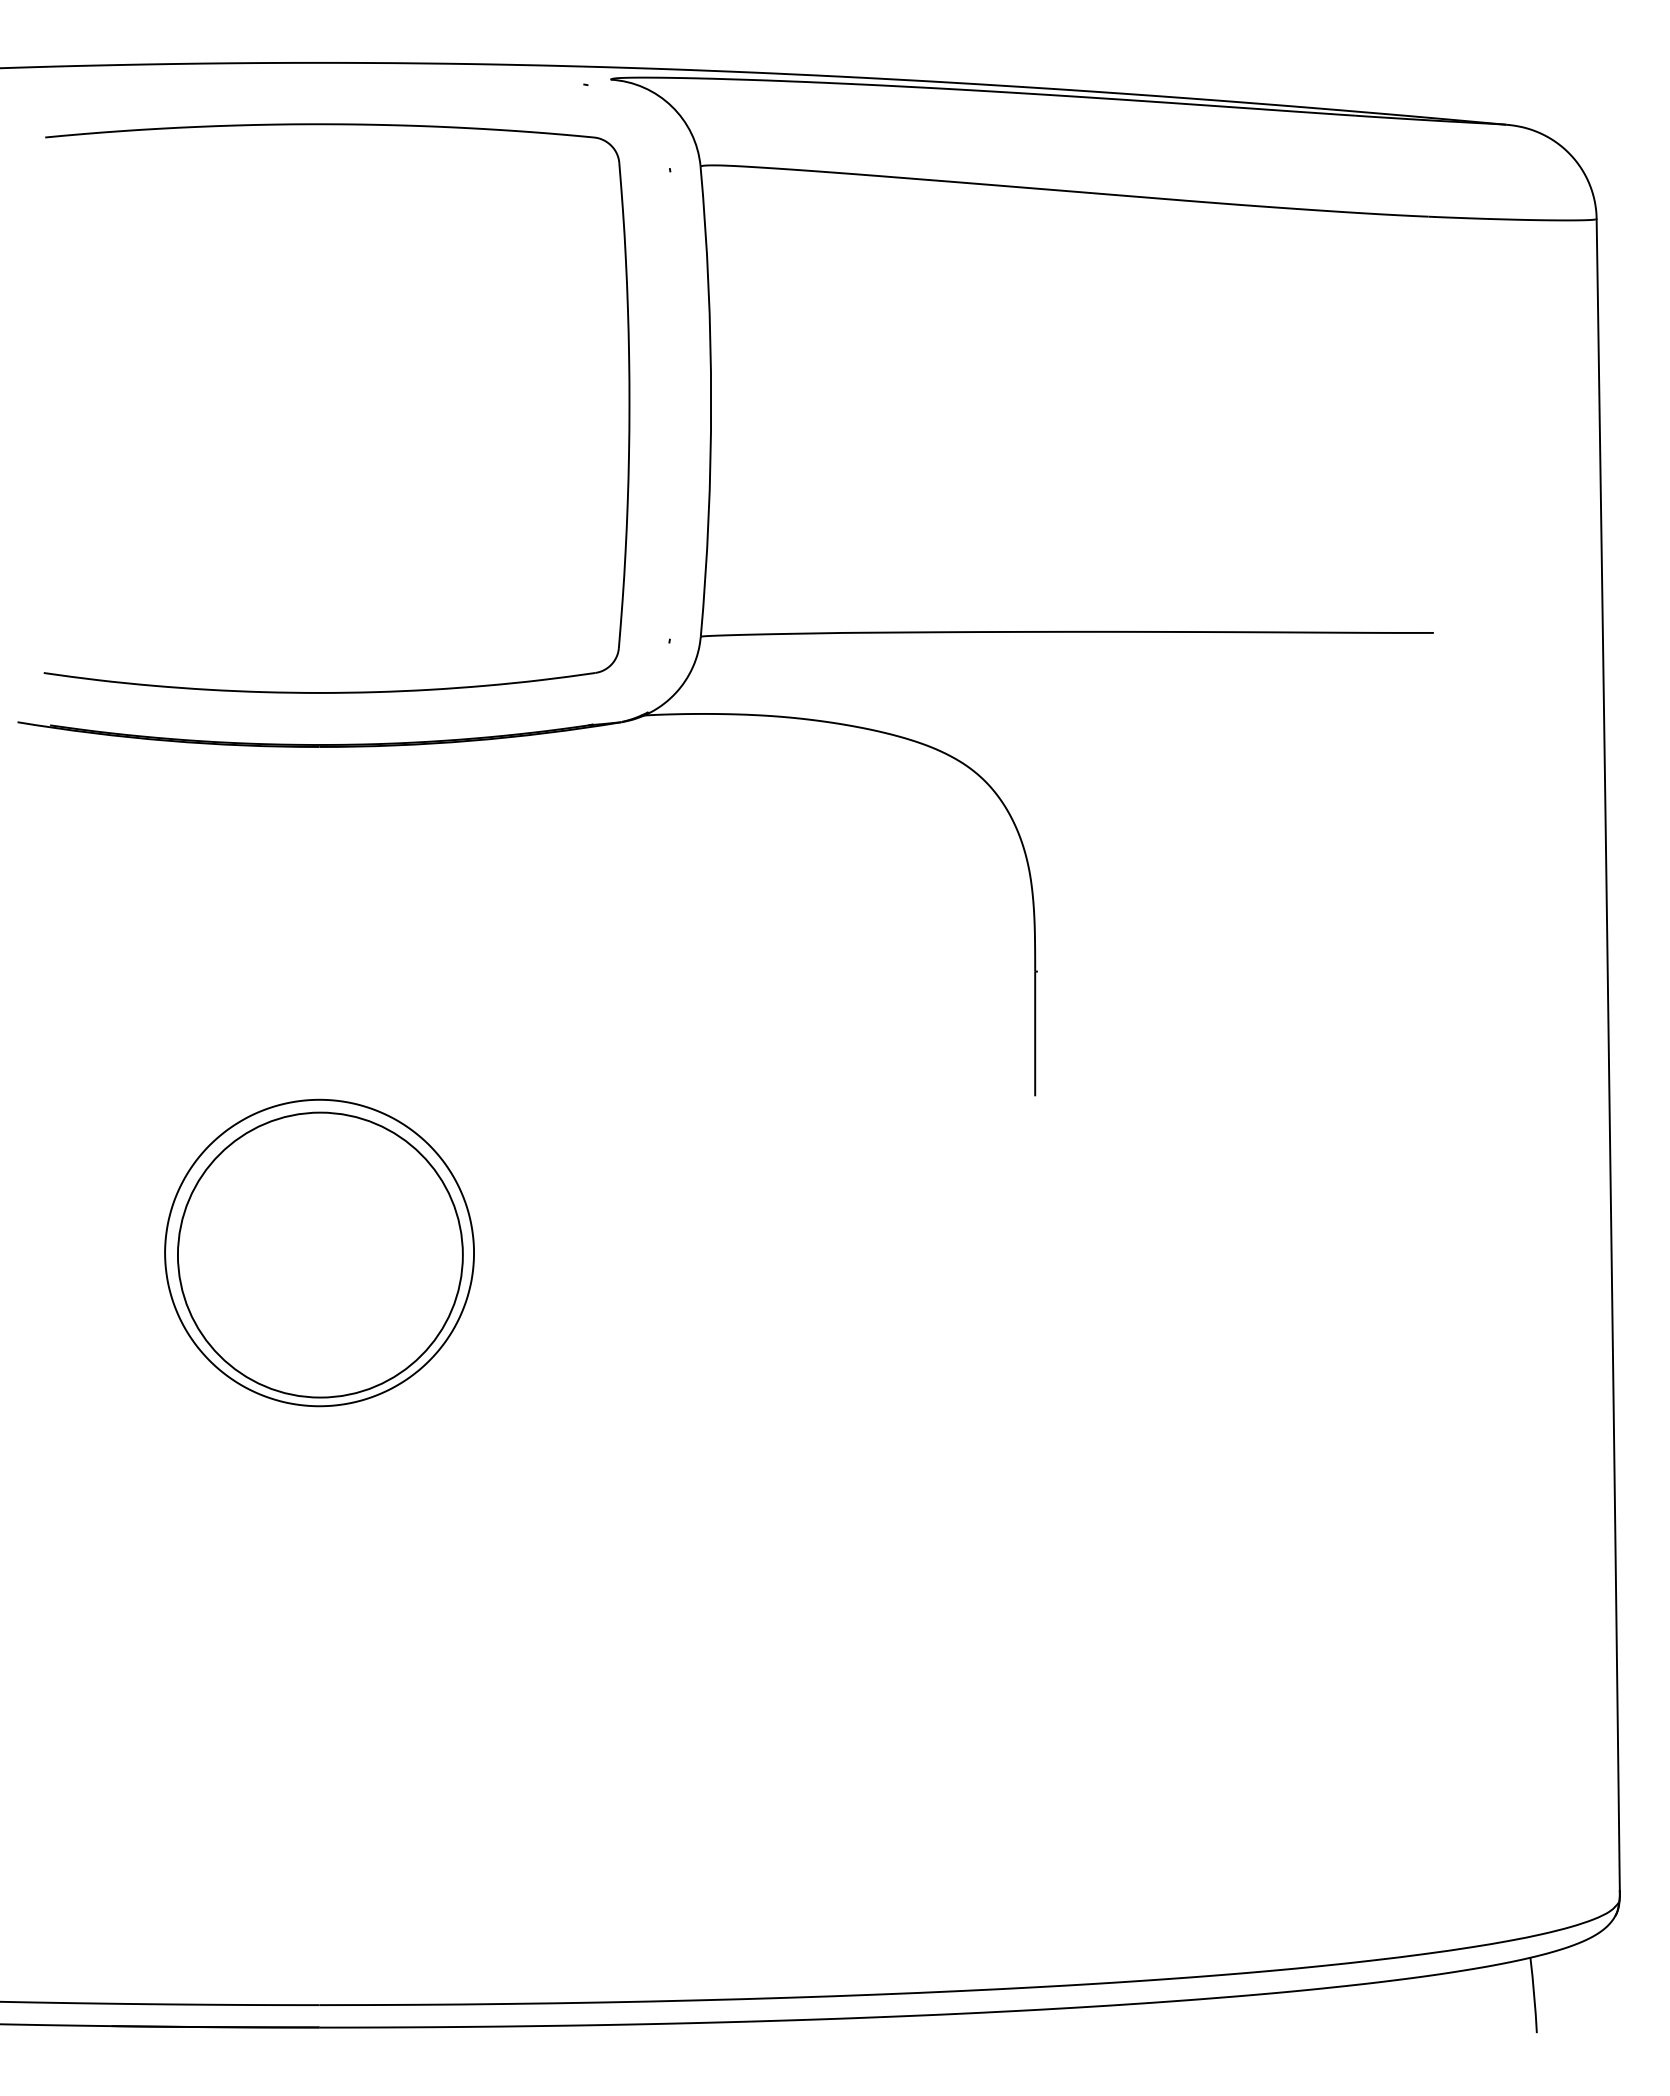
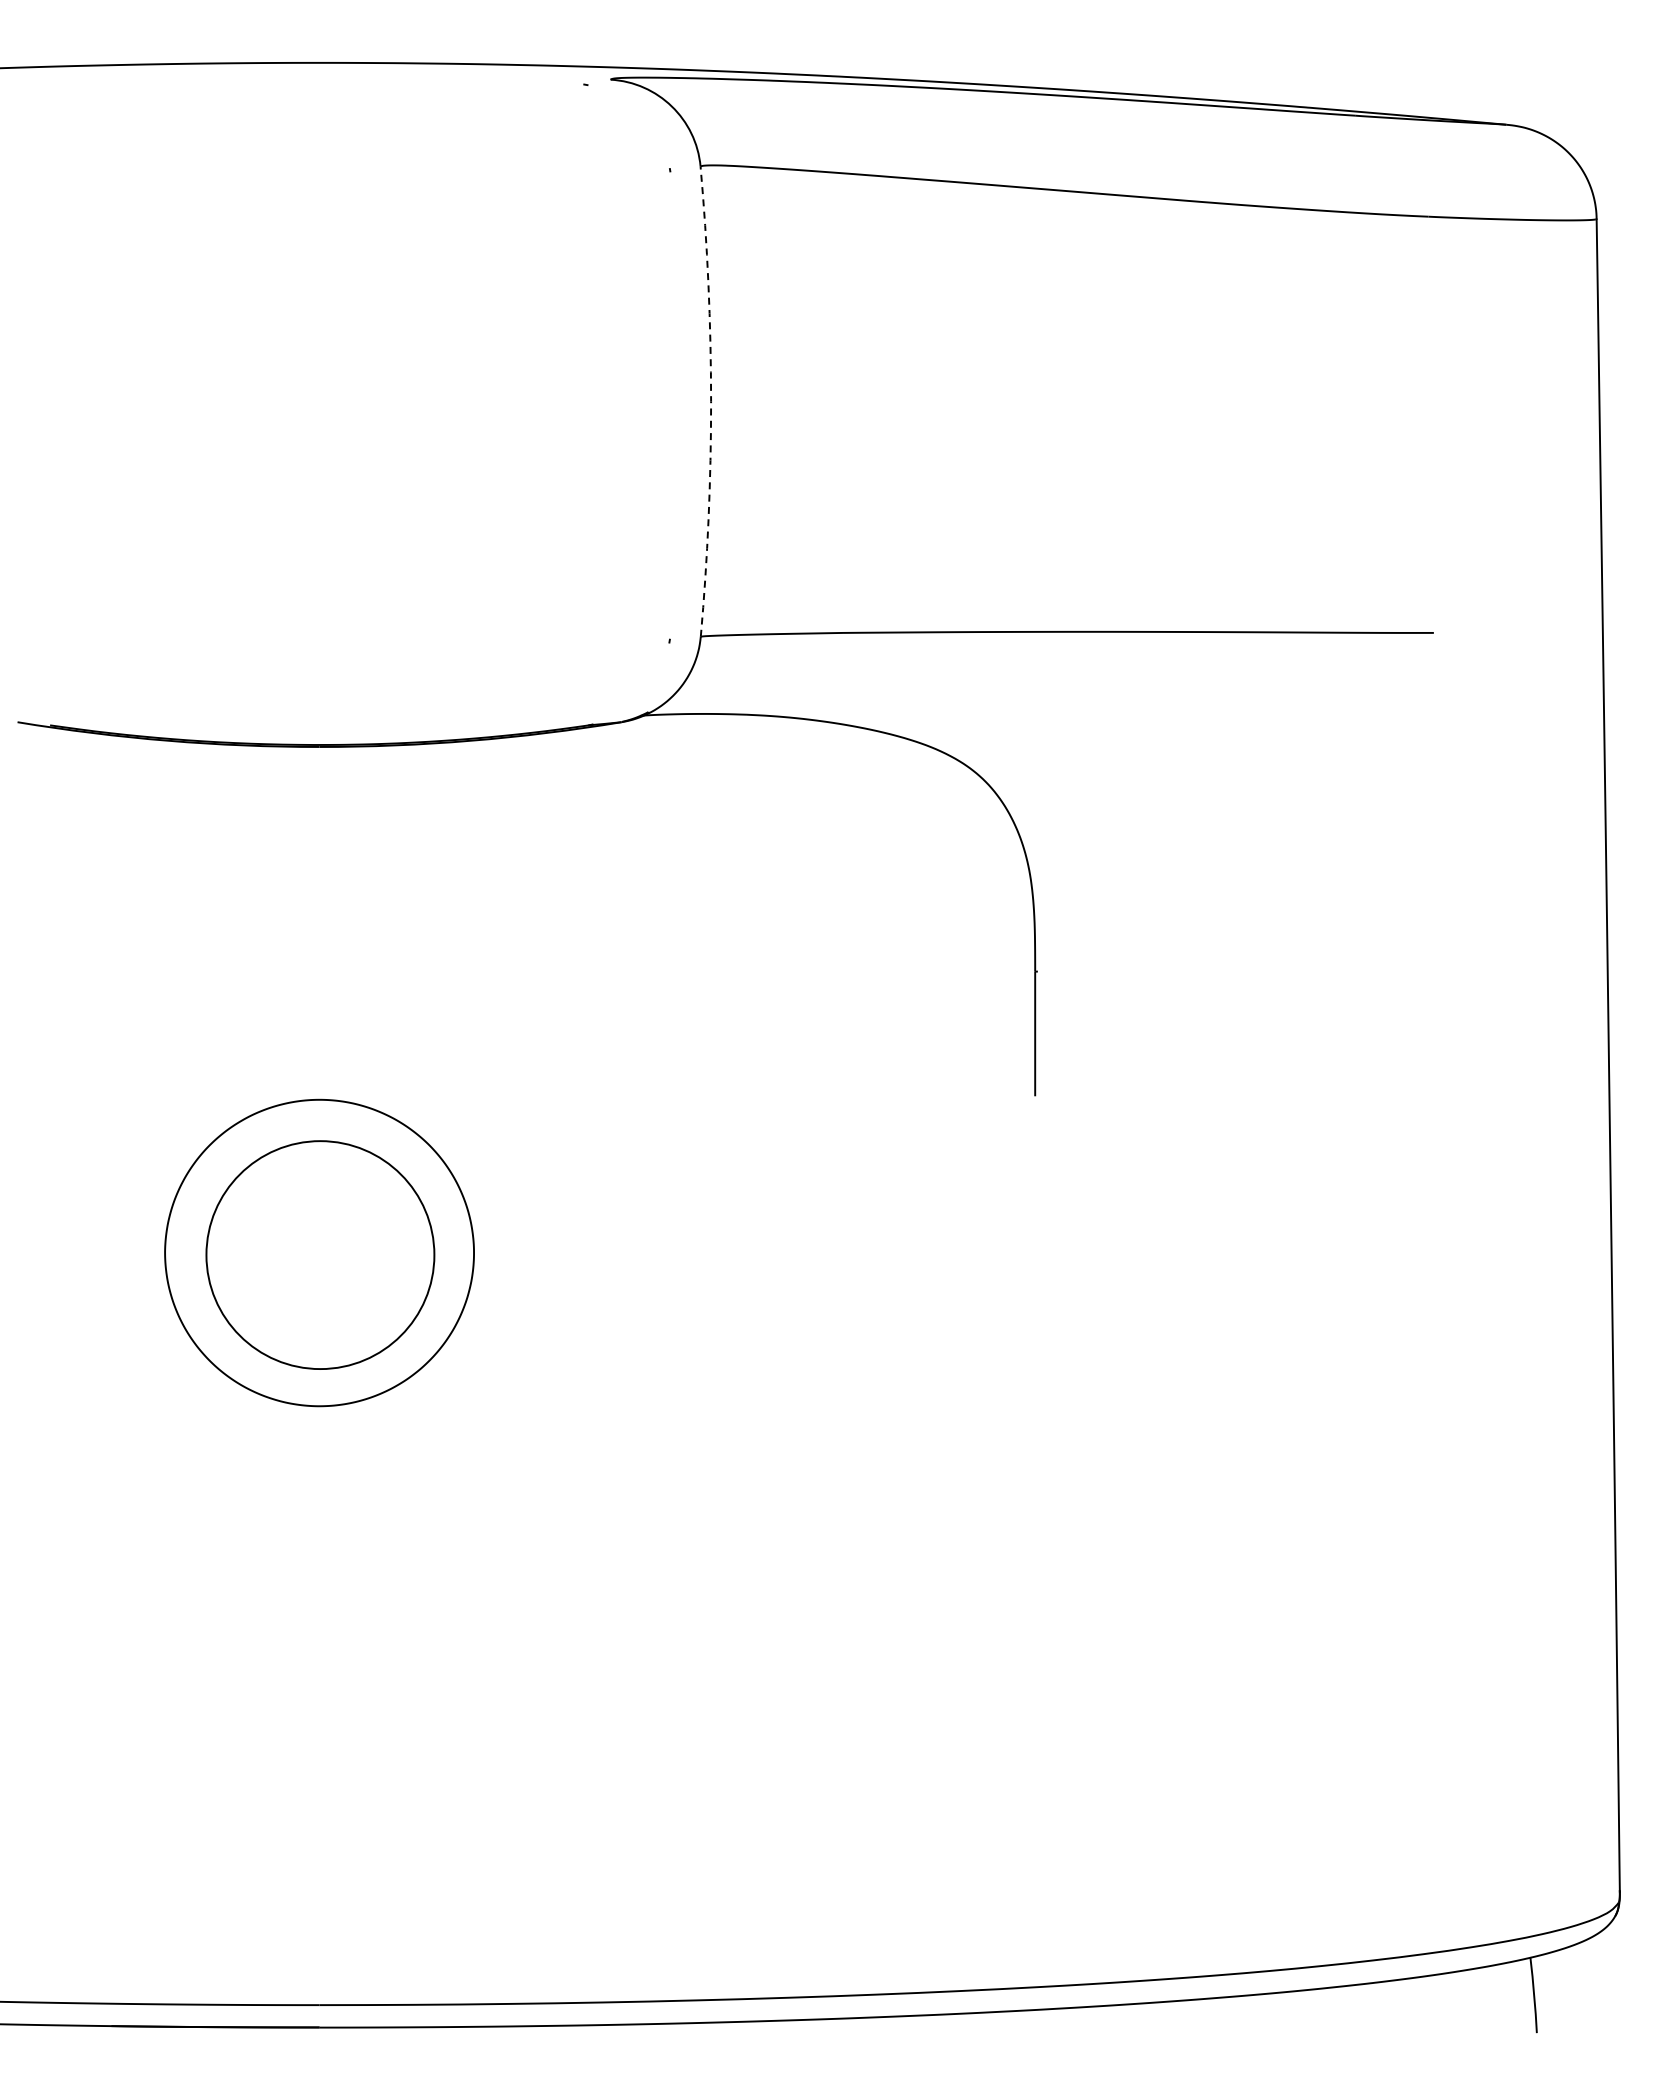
part at (336, 125): present -> none
arc at (711, 401): solid -> dashed
circle at (319, 1254) diameter: 285 px -> 228 px
